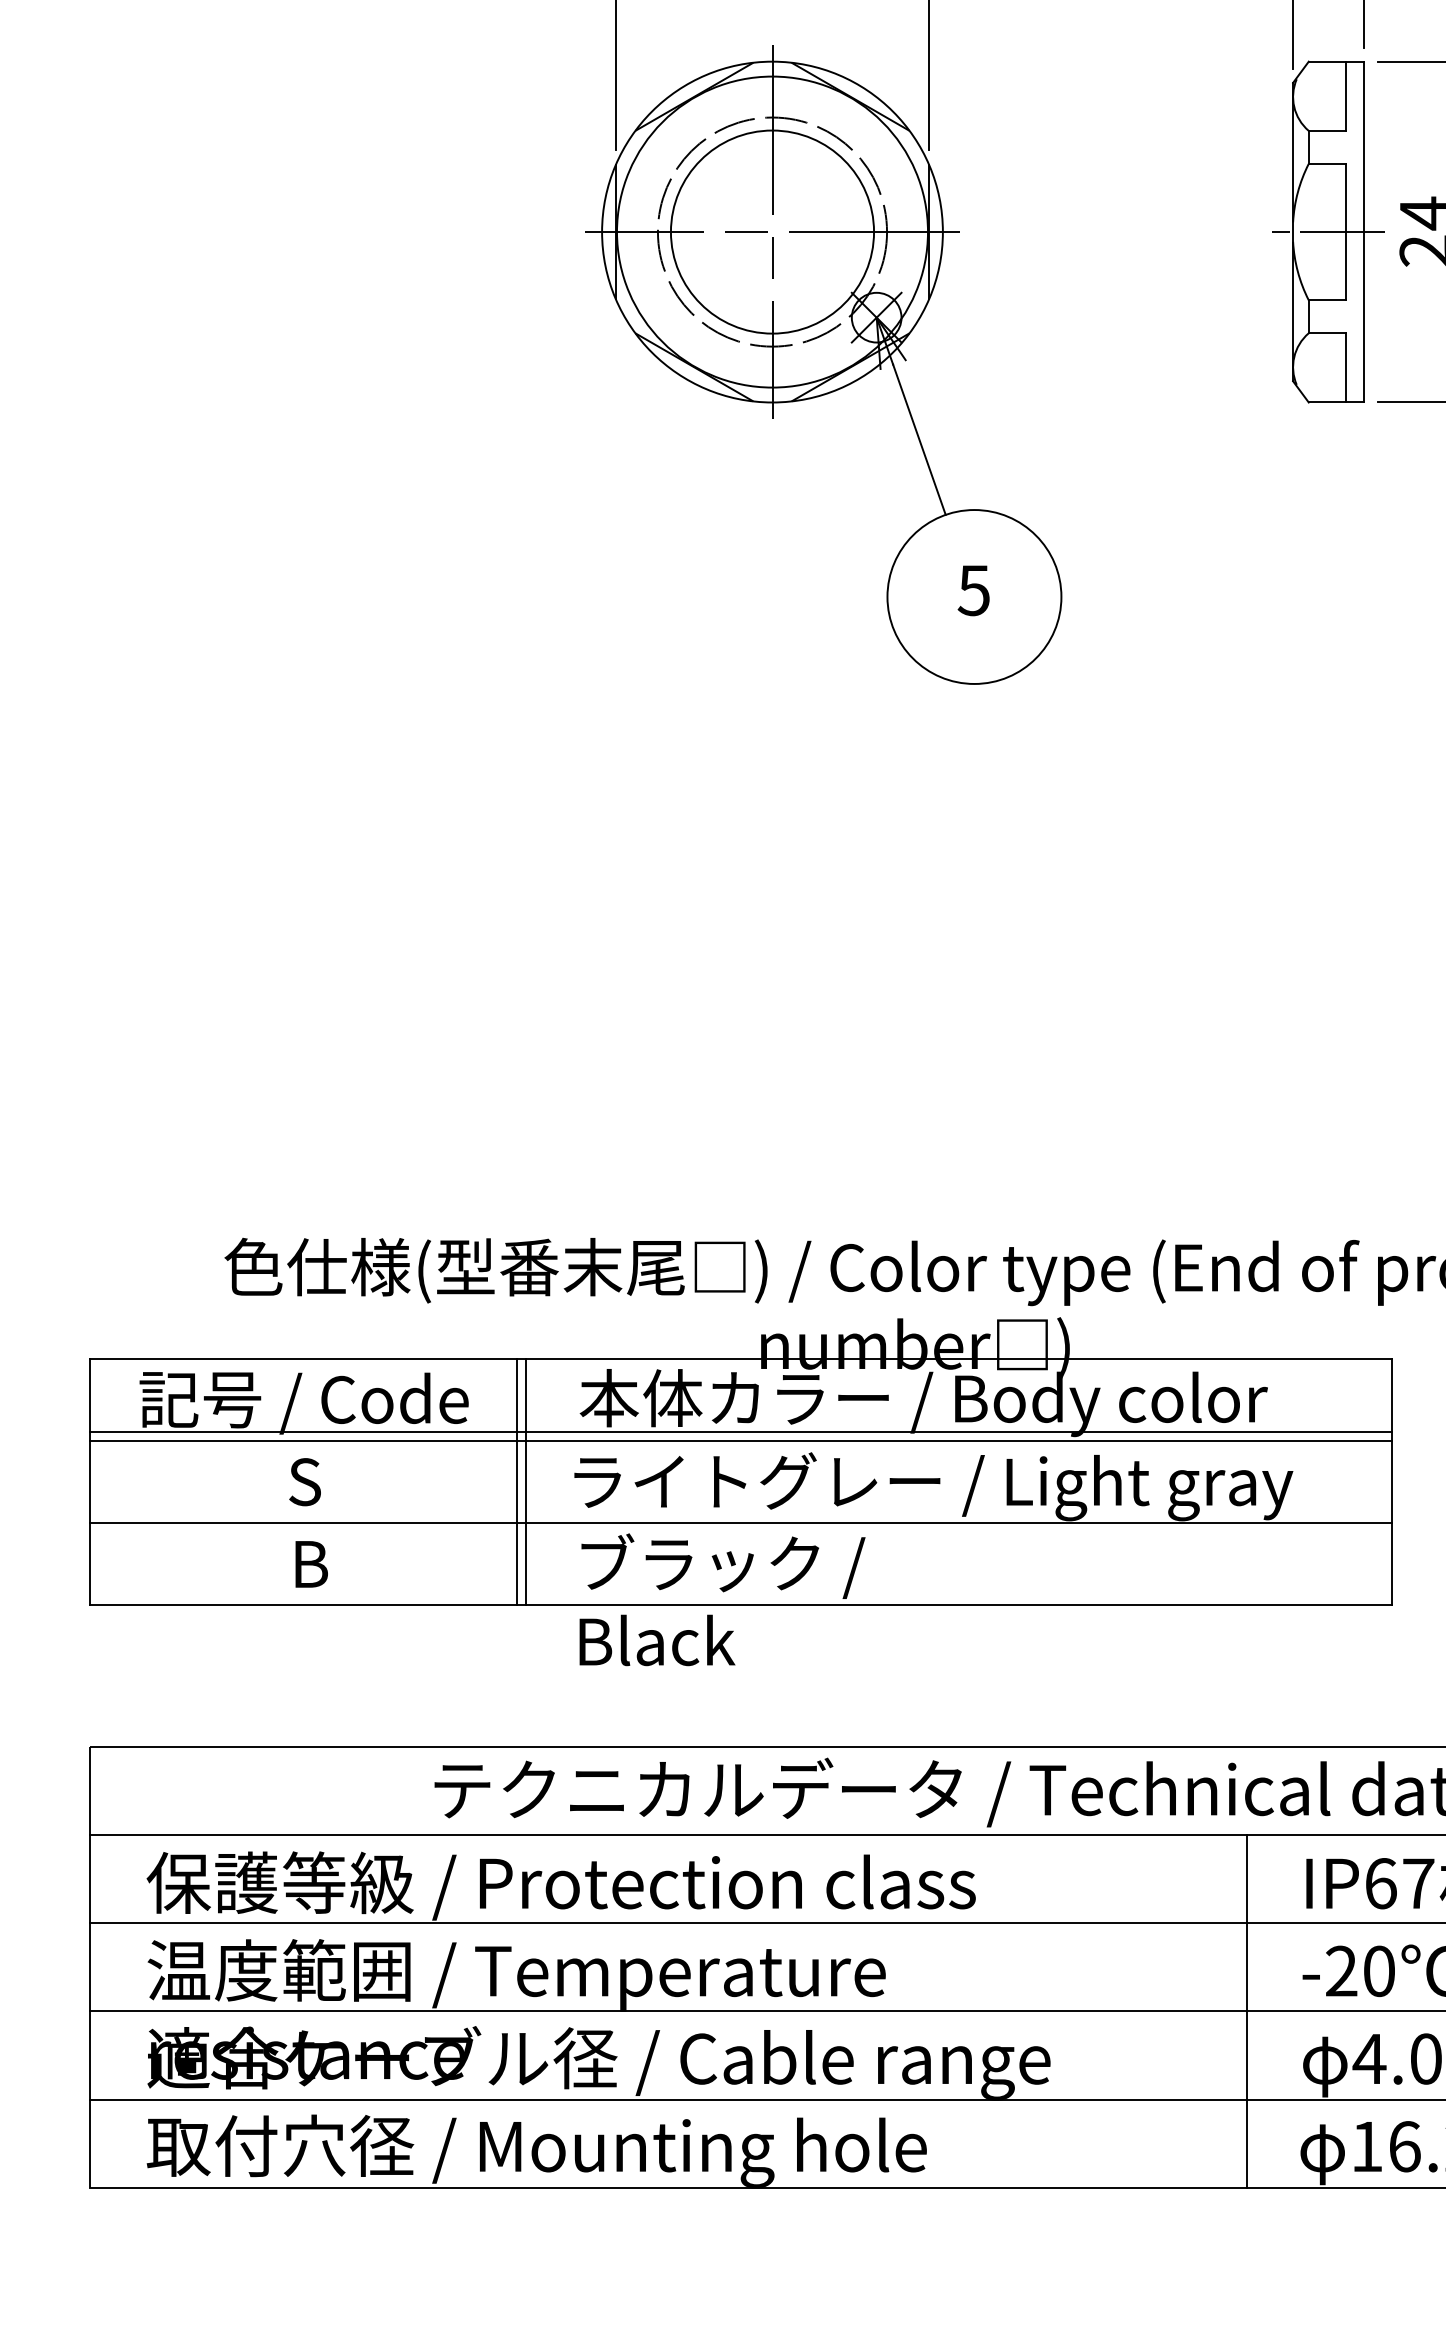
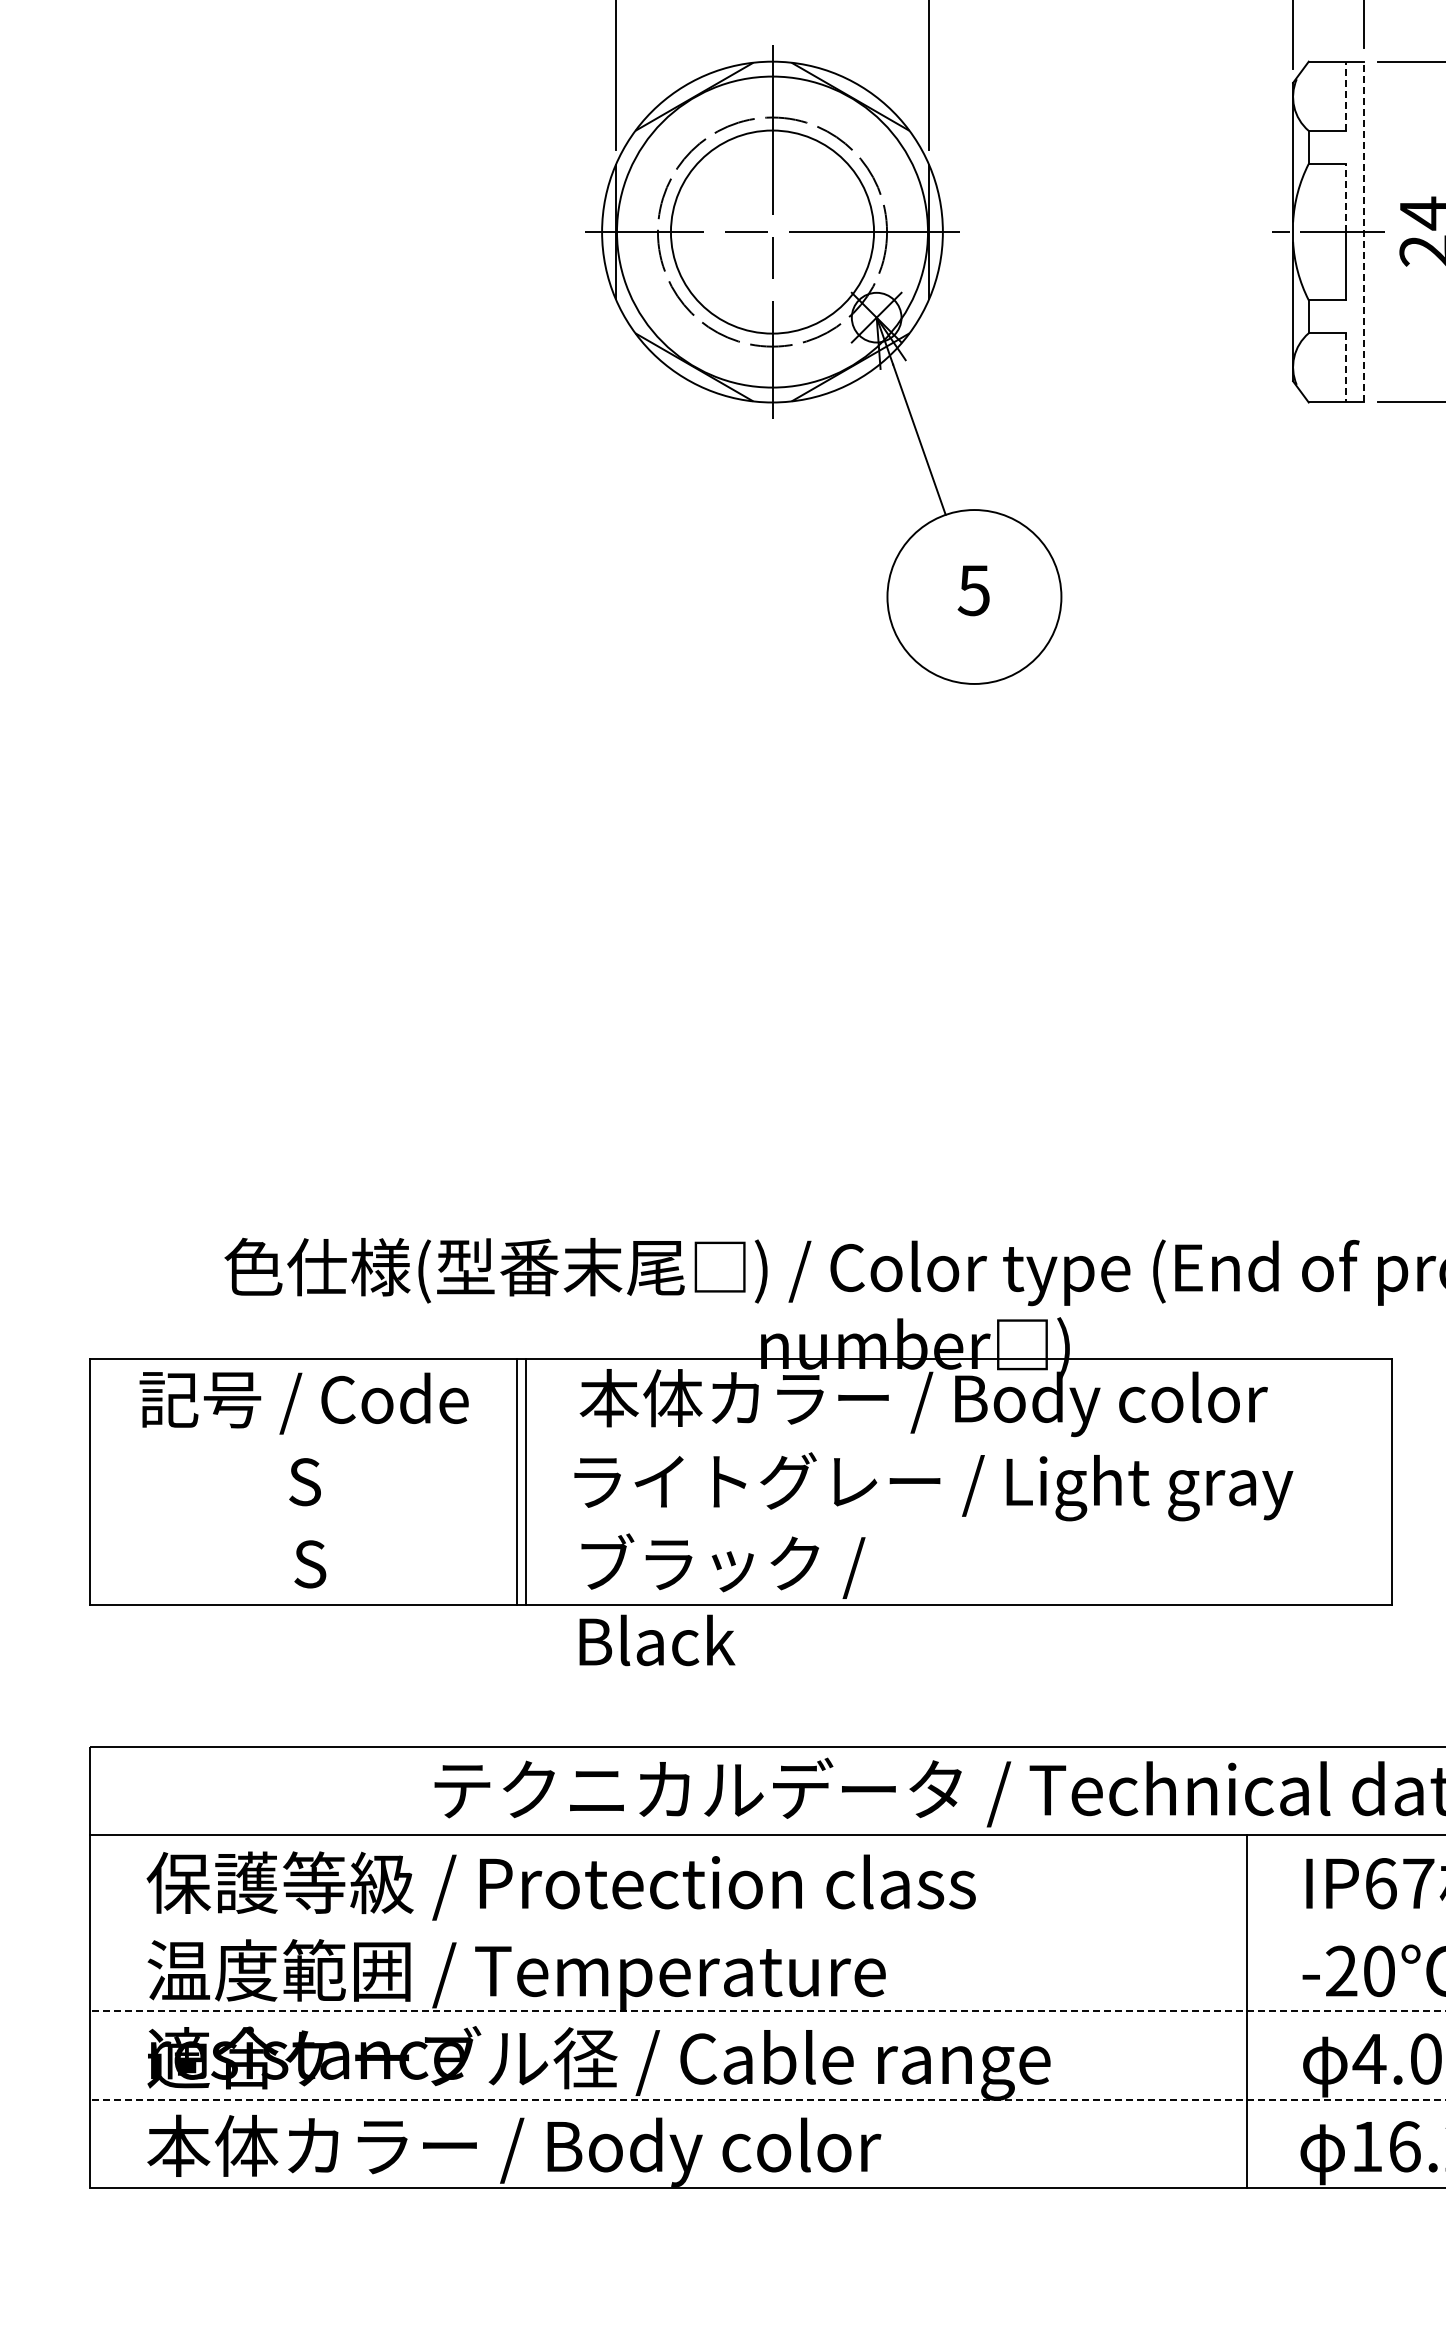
line at (1345, 96): solid -> dashed
line at (1345, 197): solid -> dashed
line at (1364, 231): solid -> dashed
line at (1345, 367): solid -> dashed
line at (740, 1432): present -> none
line at (740, 1440): present -> none
line at (740, 1523): present -> none
text at (310, 1564): B -> S
line at (765, 1923): present -> none
line at (767, 2011): solid -> dashed
line at (767, 2099): solid -> dashed
text at (536, 2150): 取付穴径 / Mounting hole -> 本体カラー / Body color
